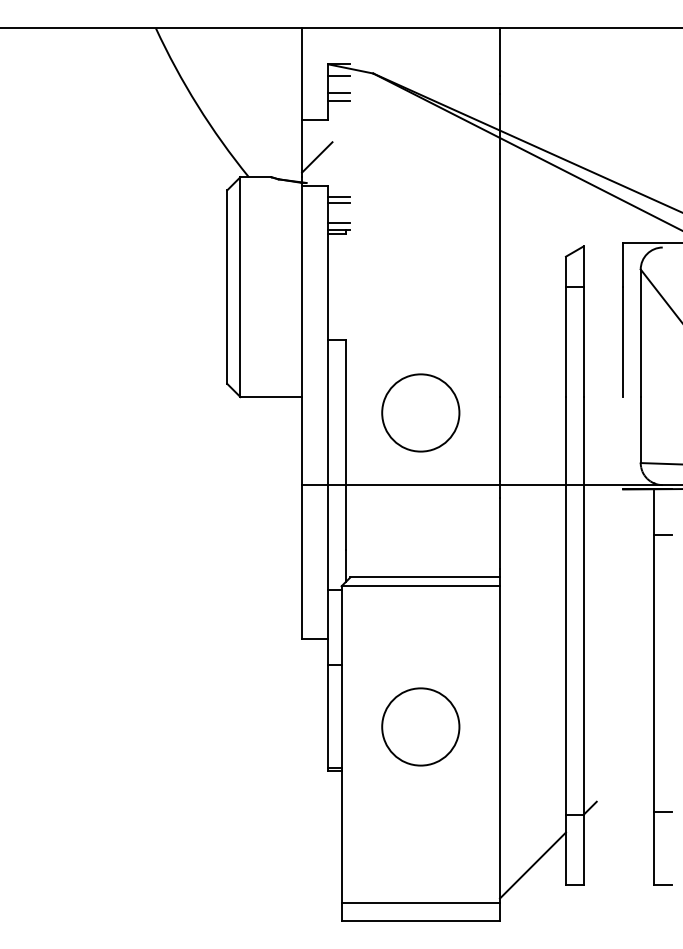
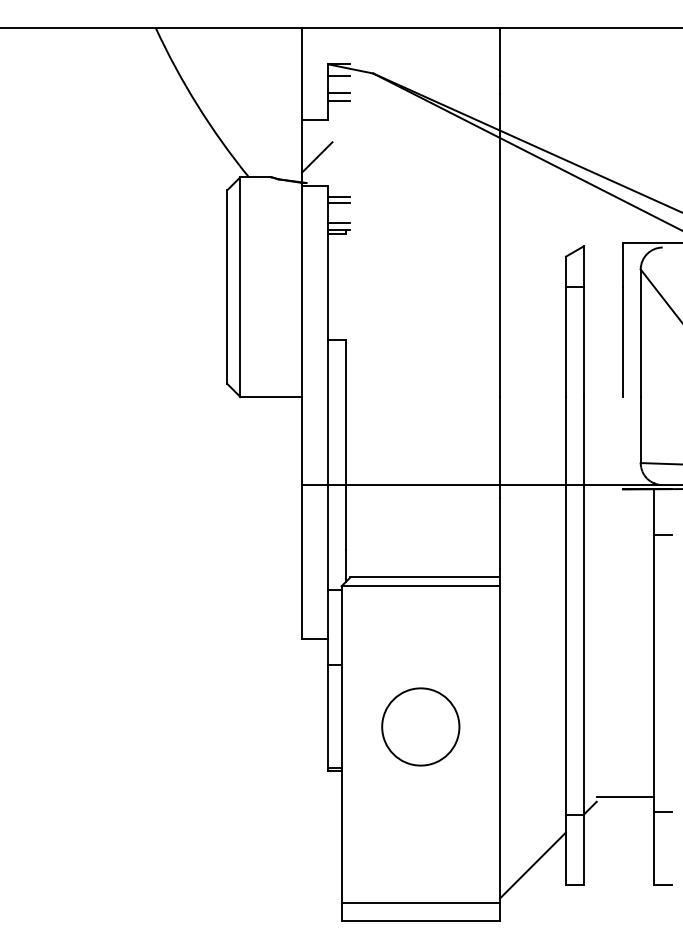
circle at (420, 412): present -> none
line at (624, 797): none -> present
